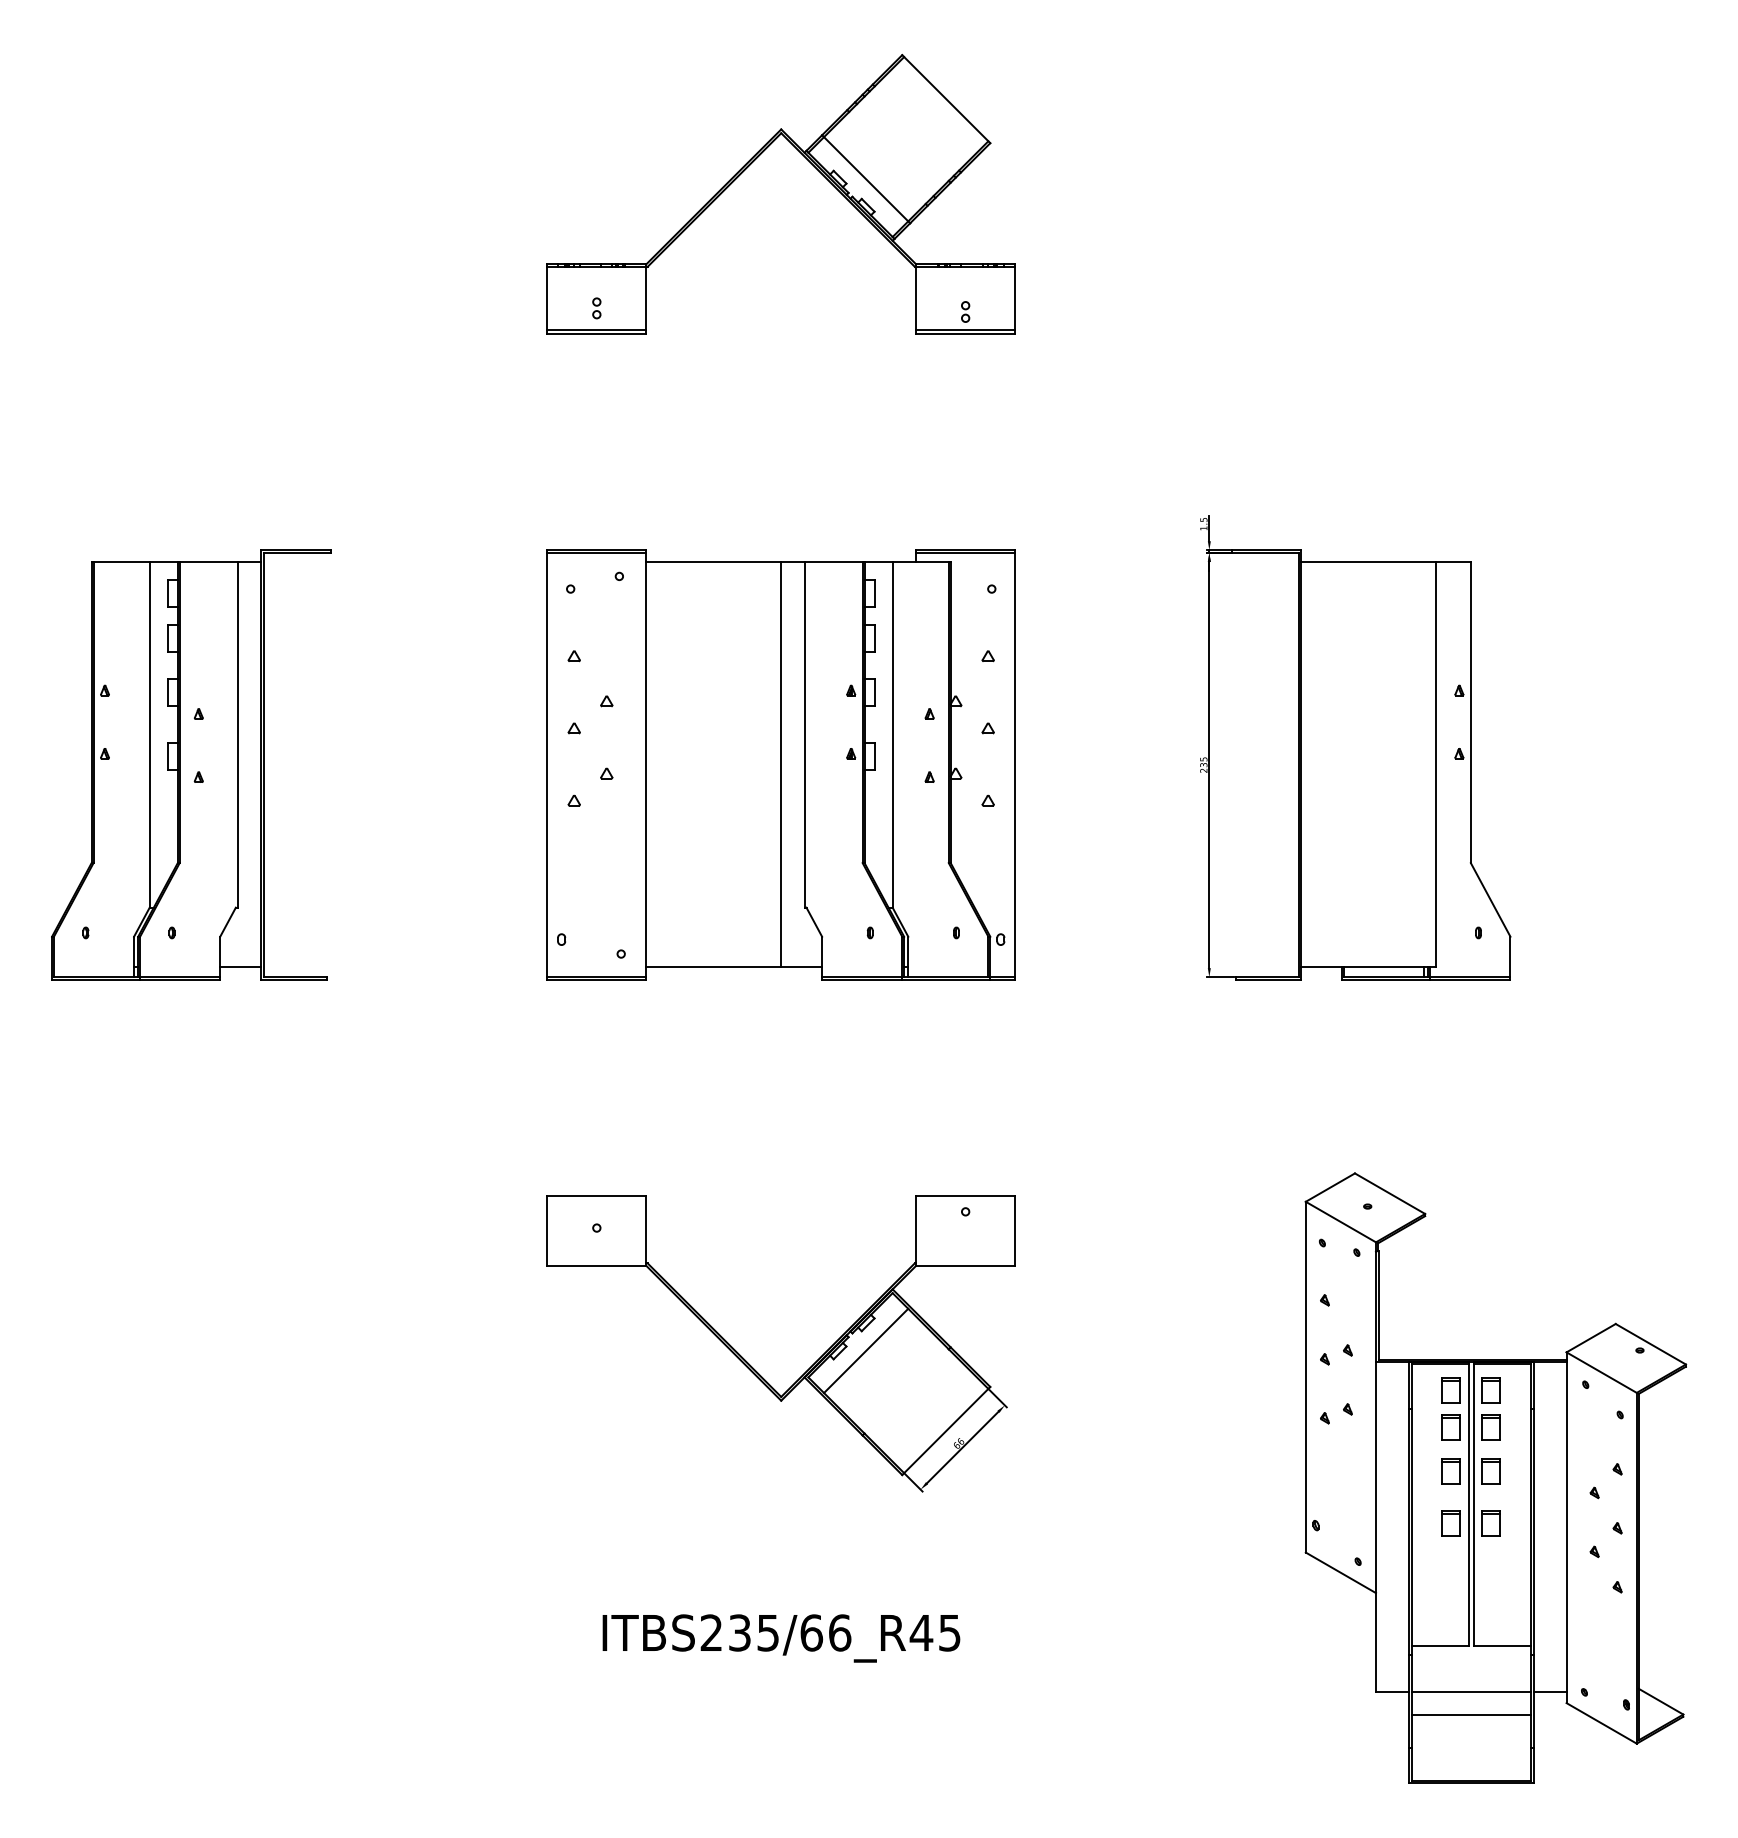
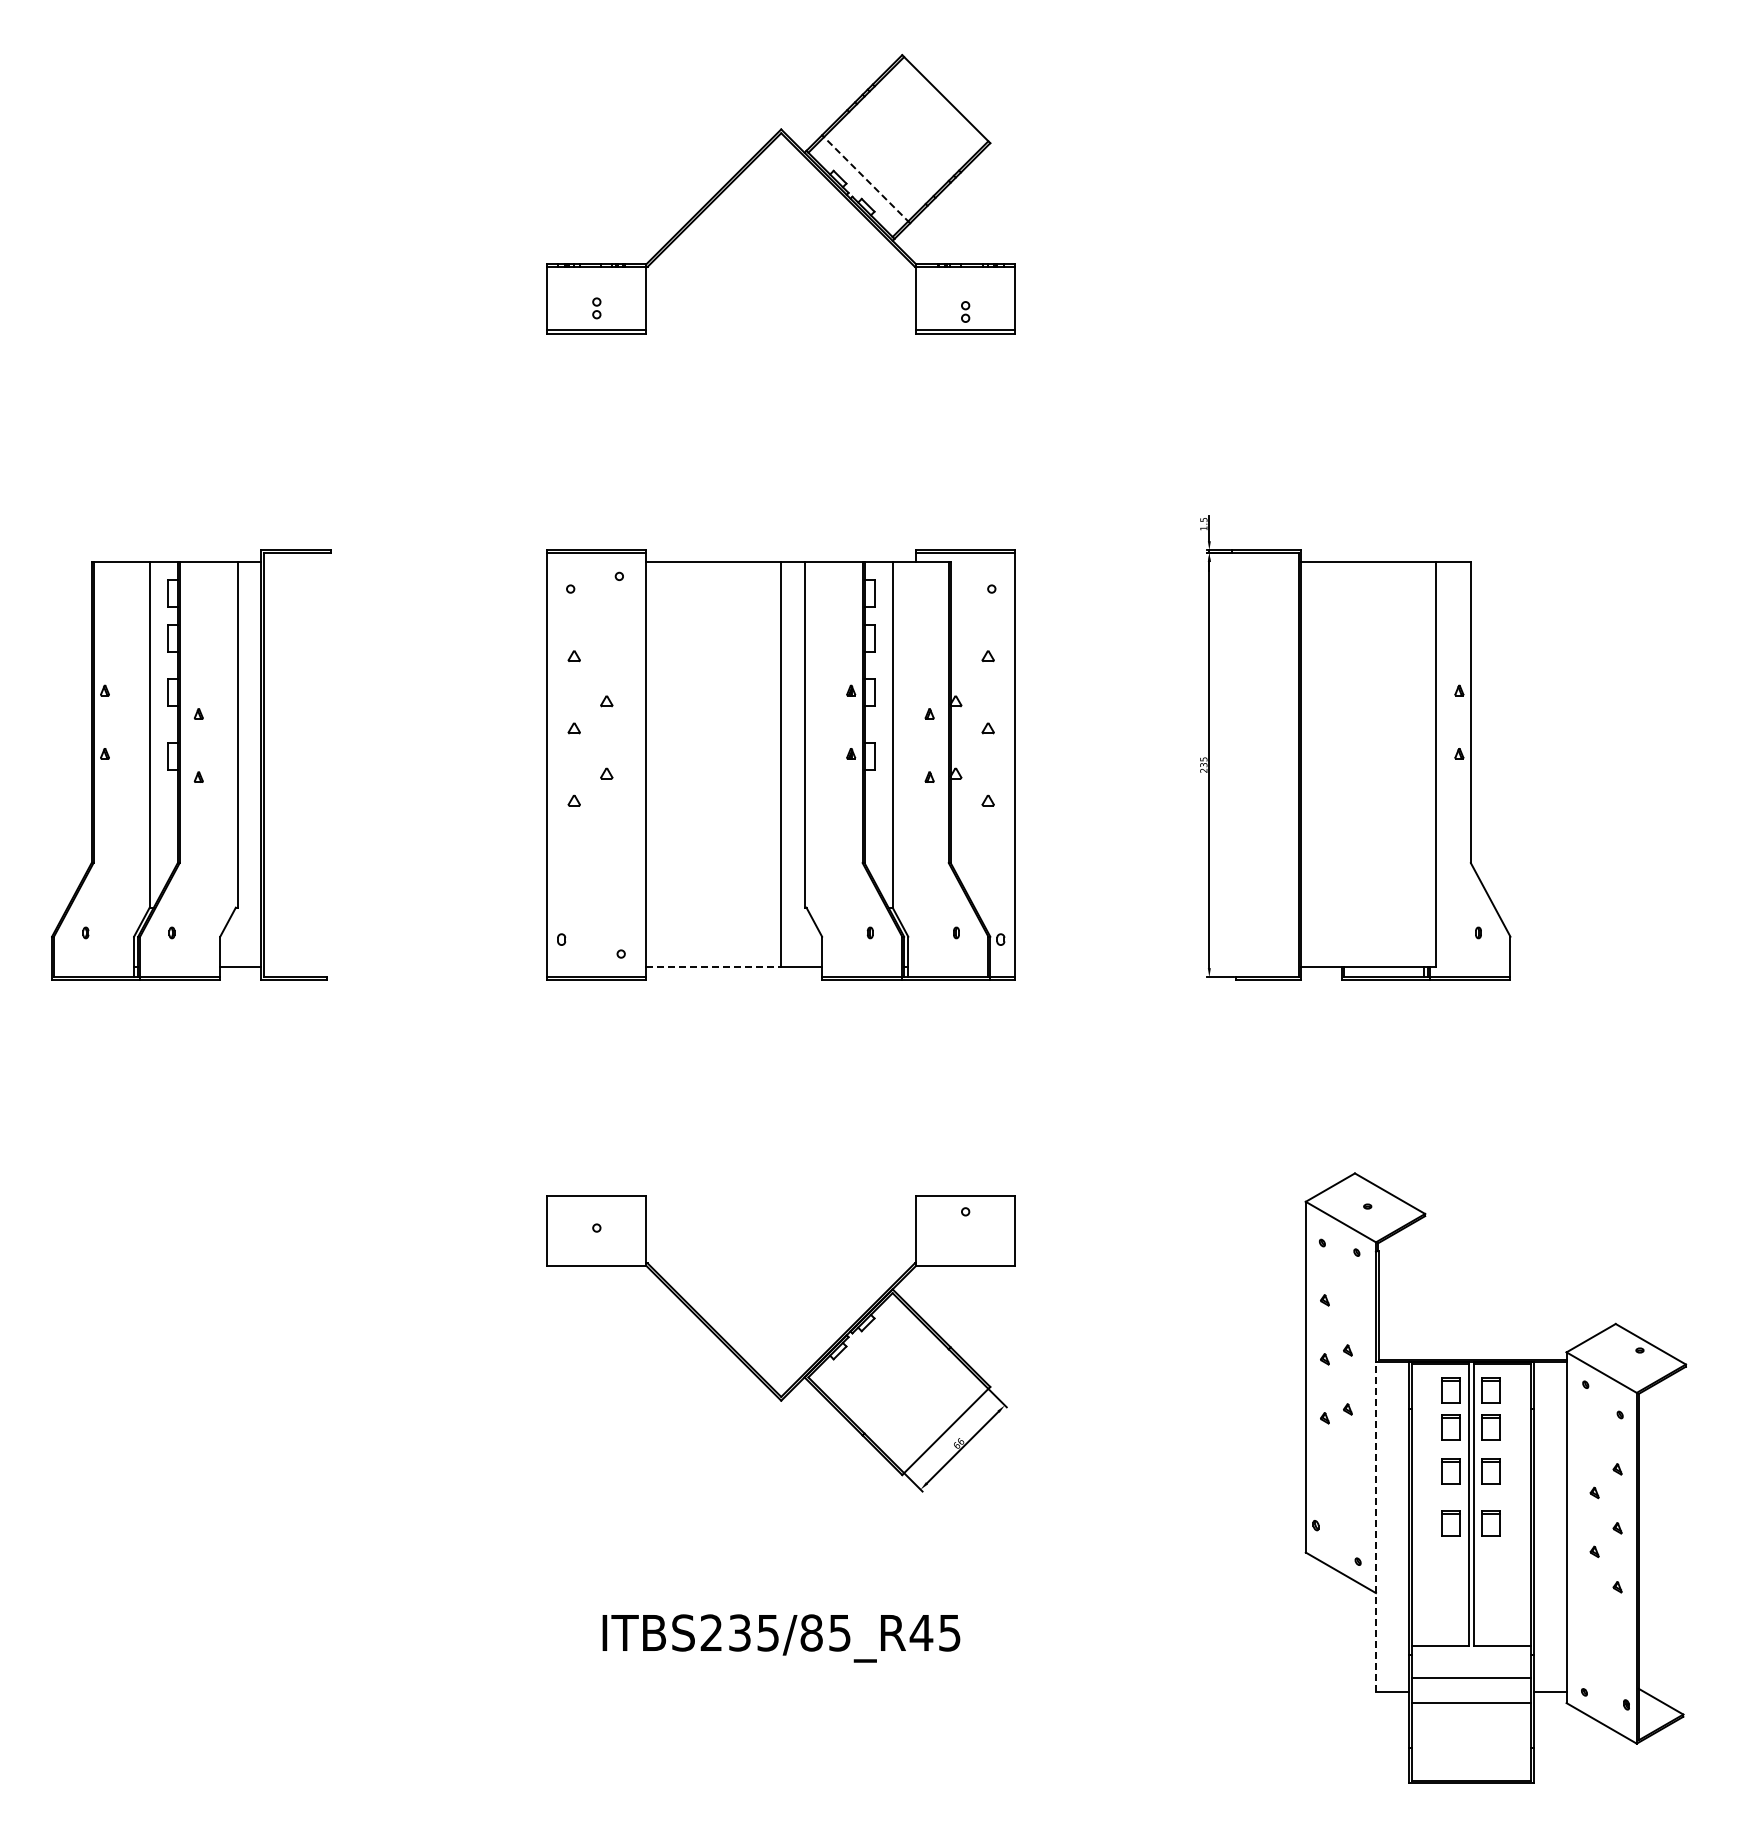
line at (865, 178): solid -> dashed
line at (714, 966): solid -> dashed
line at (866, 1350): present -> none
line at (1376, 1526): solid -> dashed
text at (825, 1632): ITBS235/66_R45 -> ITBS235/85_R45
line at (1470, 1692) position: (1470, 1692) -> (1470, 1678)
line at (1470, 1715) position: (1470, 1715) -> (1470, 1703)
